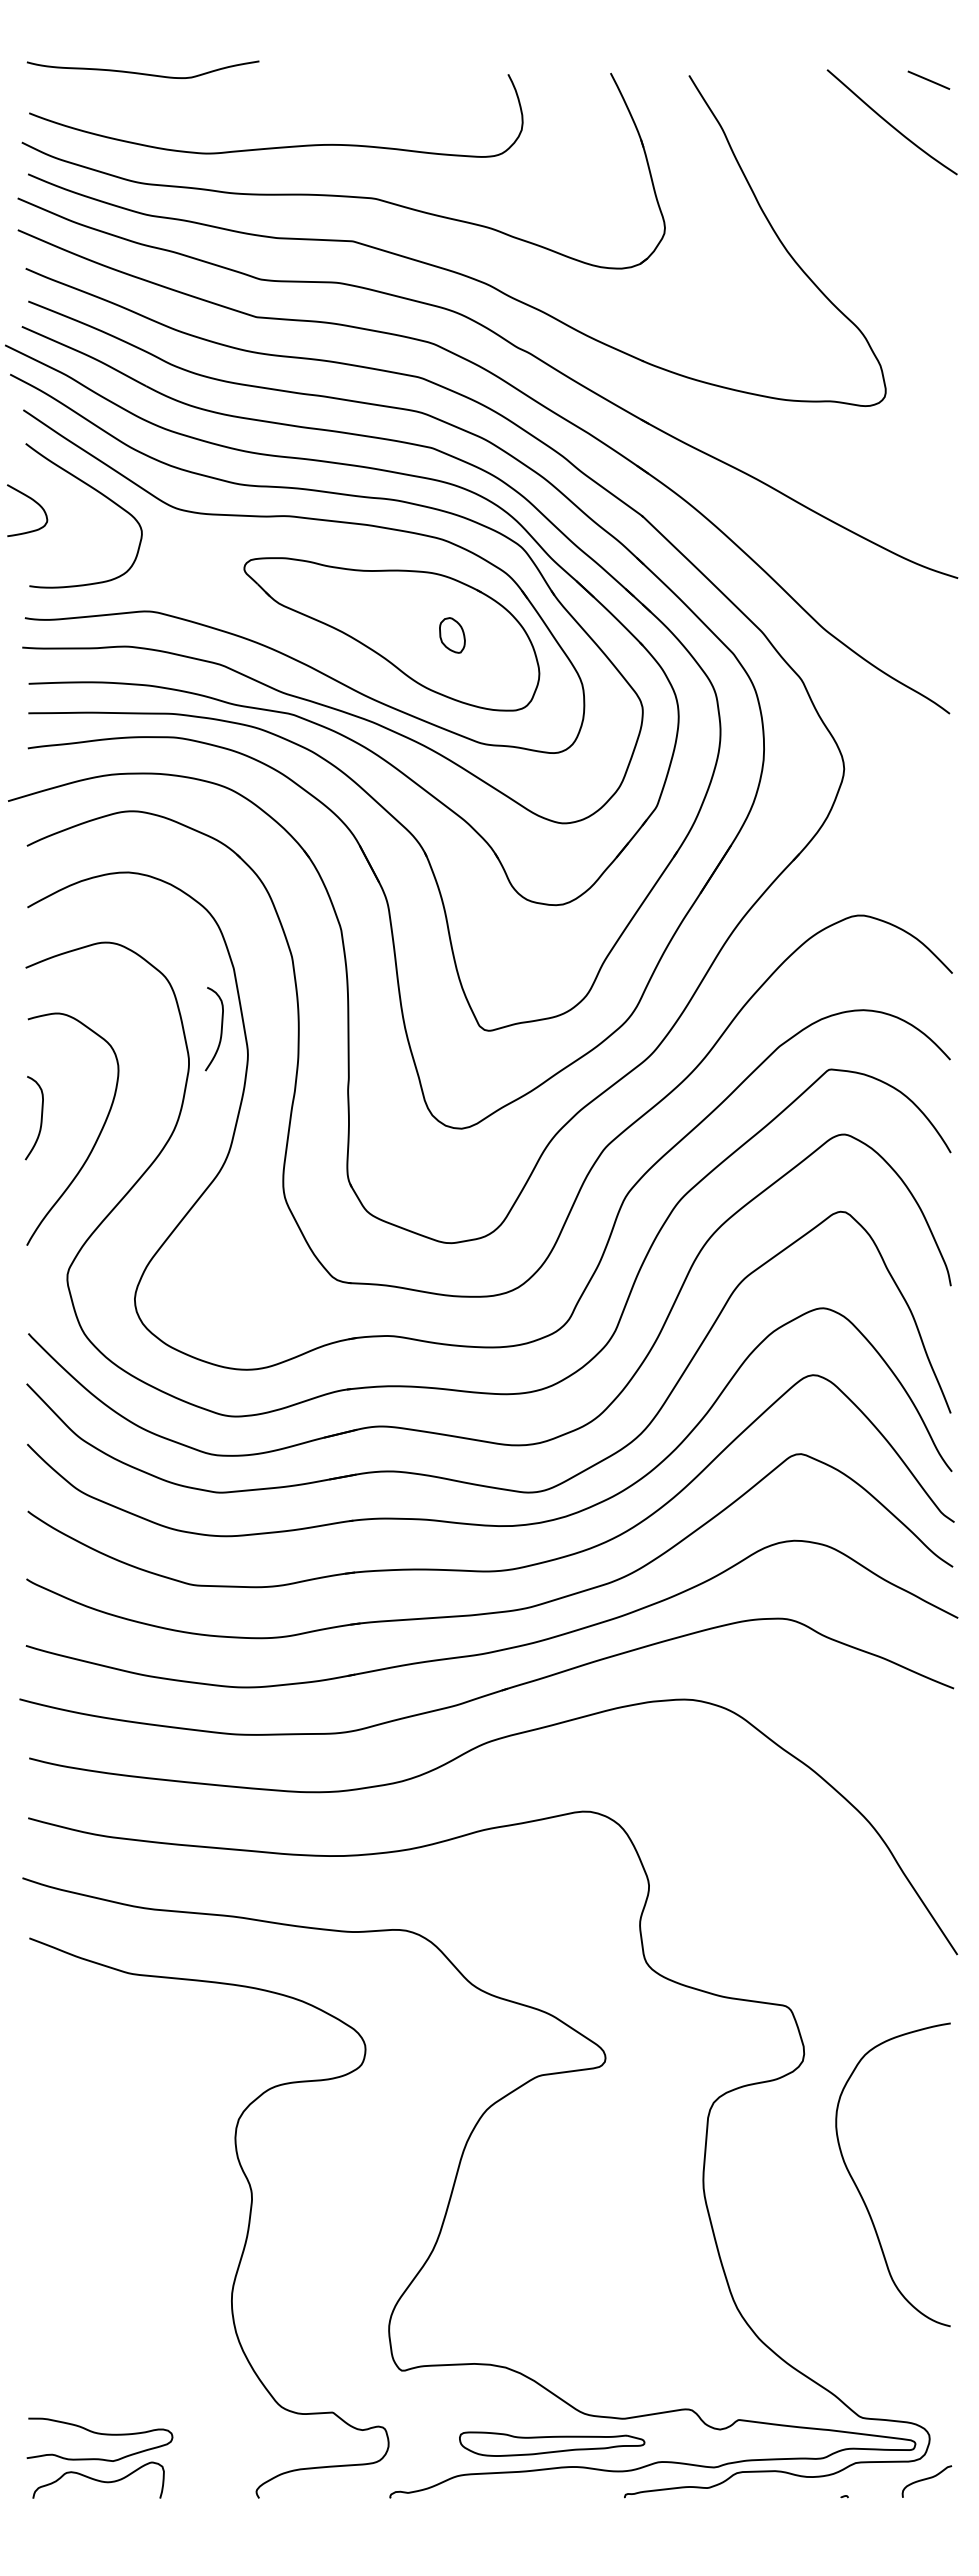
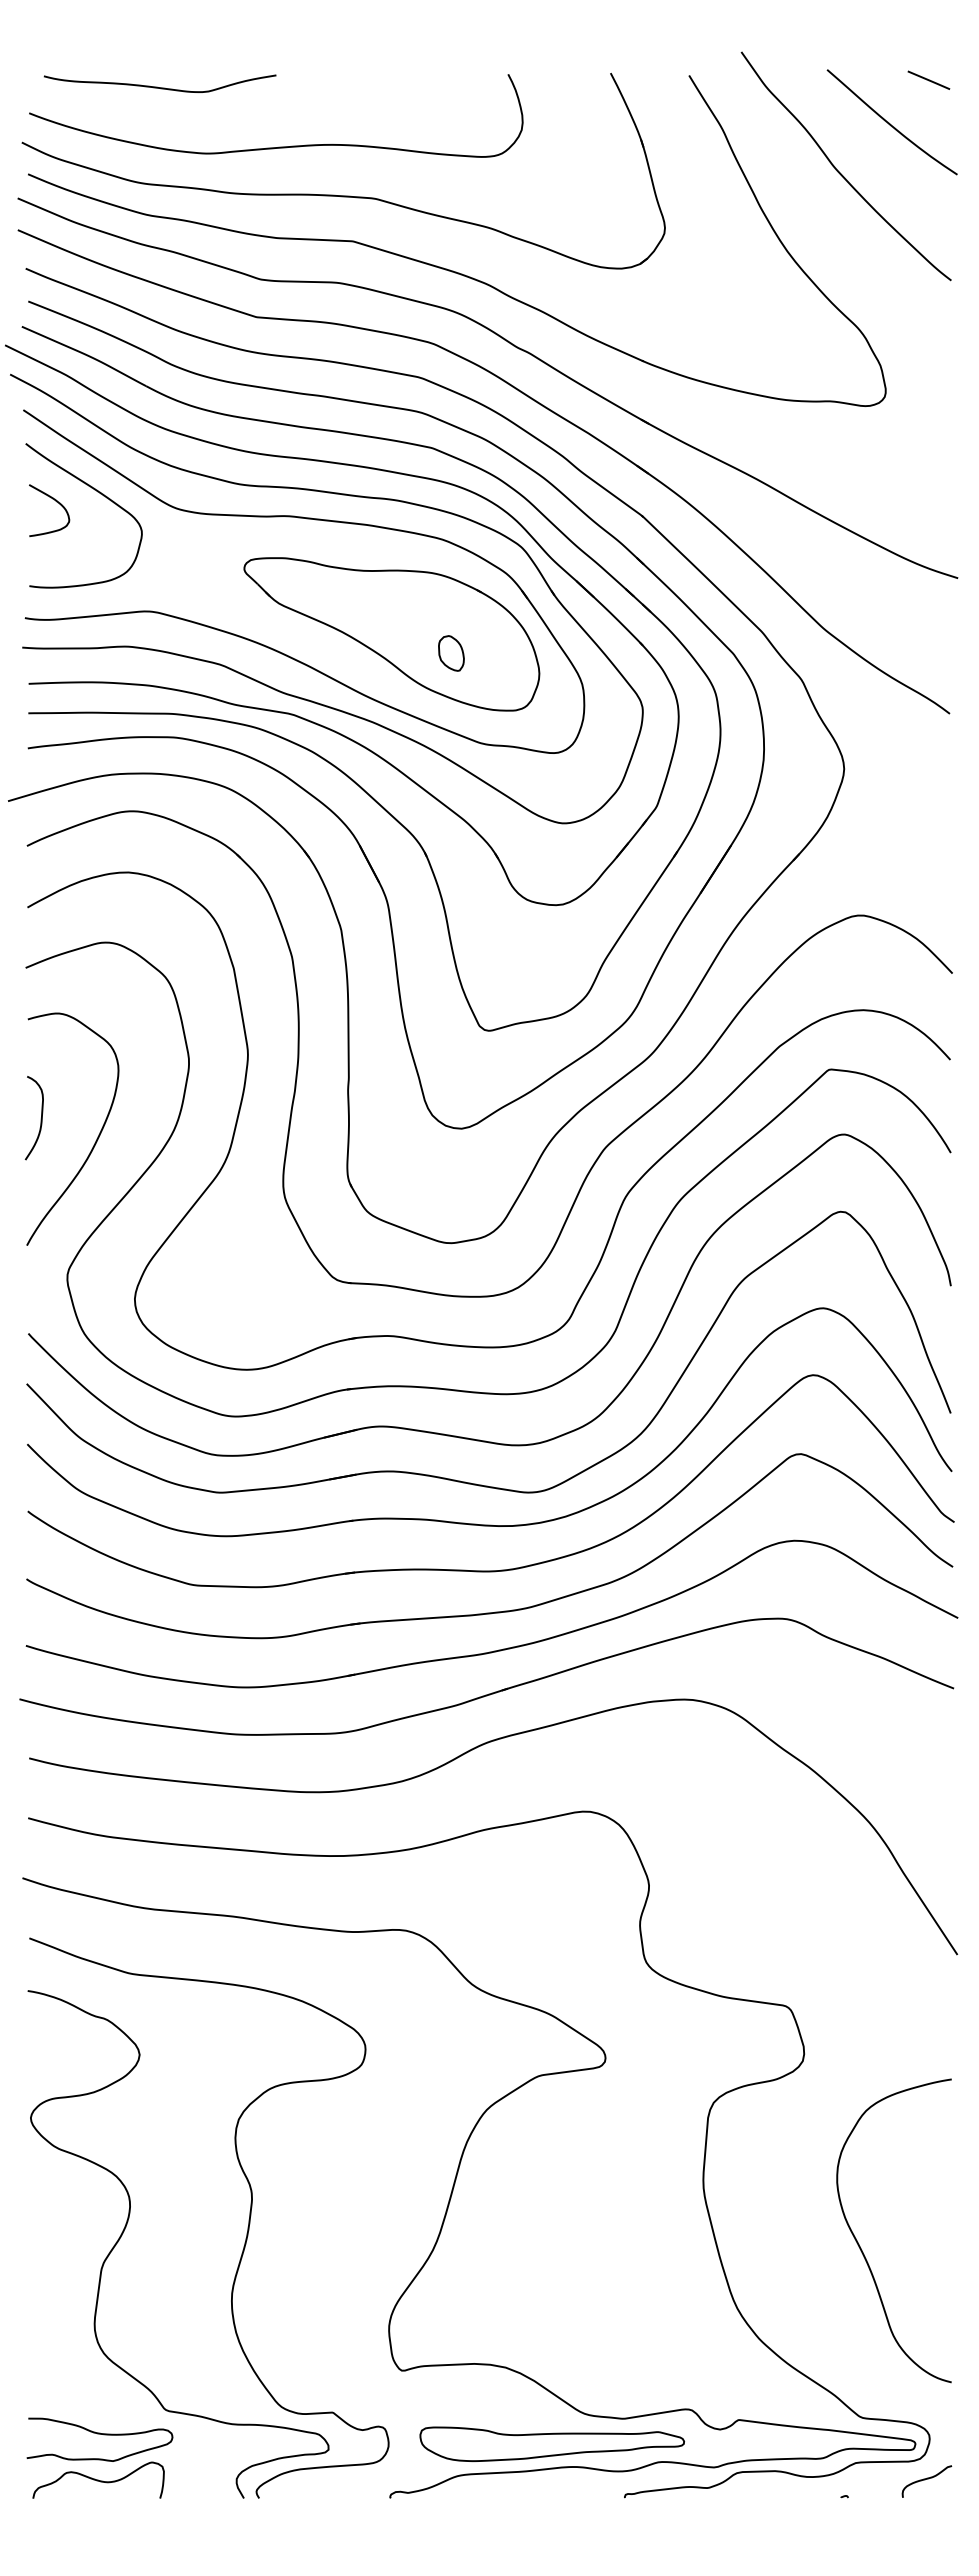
curve at (140, 72) position: (140, 72) -> (157, 86)
curve at (839, 171): none -> present
curve at (34, 502) position: (34, 502) -> (56, 502)
part at (452, 635) position: (452, 635) -> (451, 653)
curve at (220, 1029): present -> none
curve at (859, 2190) position: (859, 2190) -> (860, 2246)
curve at (126, 2227): none -> present
part at (552, 2443) size: 187x26 px -> 266x36 px
